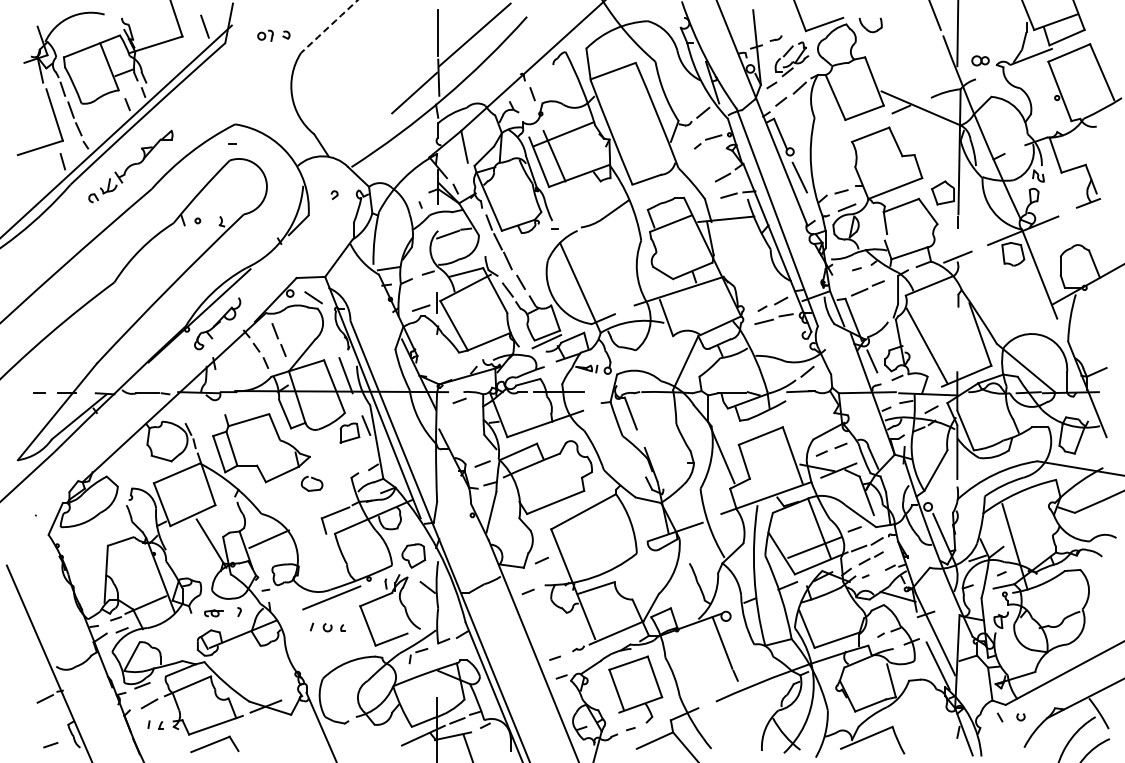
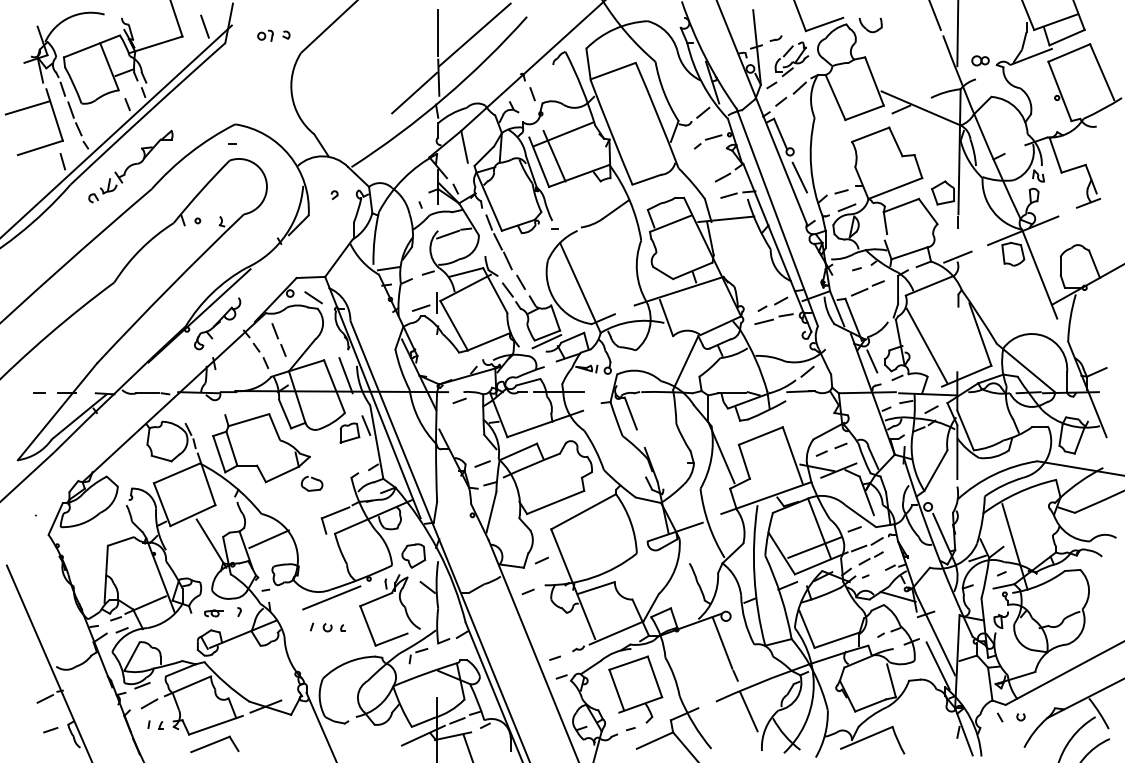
arc at (329, 26): dashed -> solid
line at (27, 107): none -> present
line at (748, 711): none -> present
line at (50, 745) position: (50, 745) -> (50, 730)
